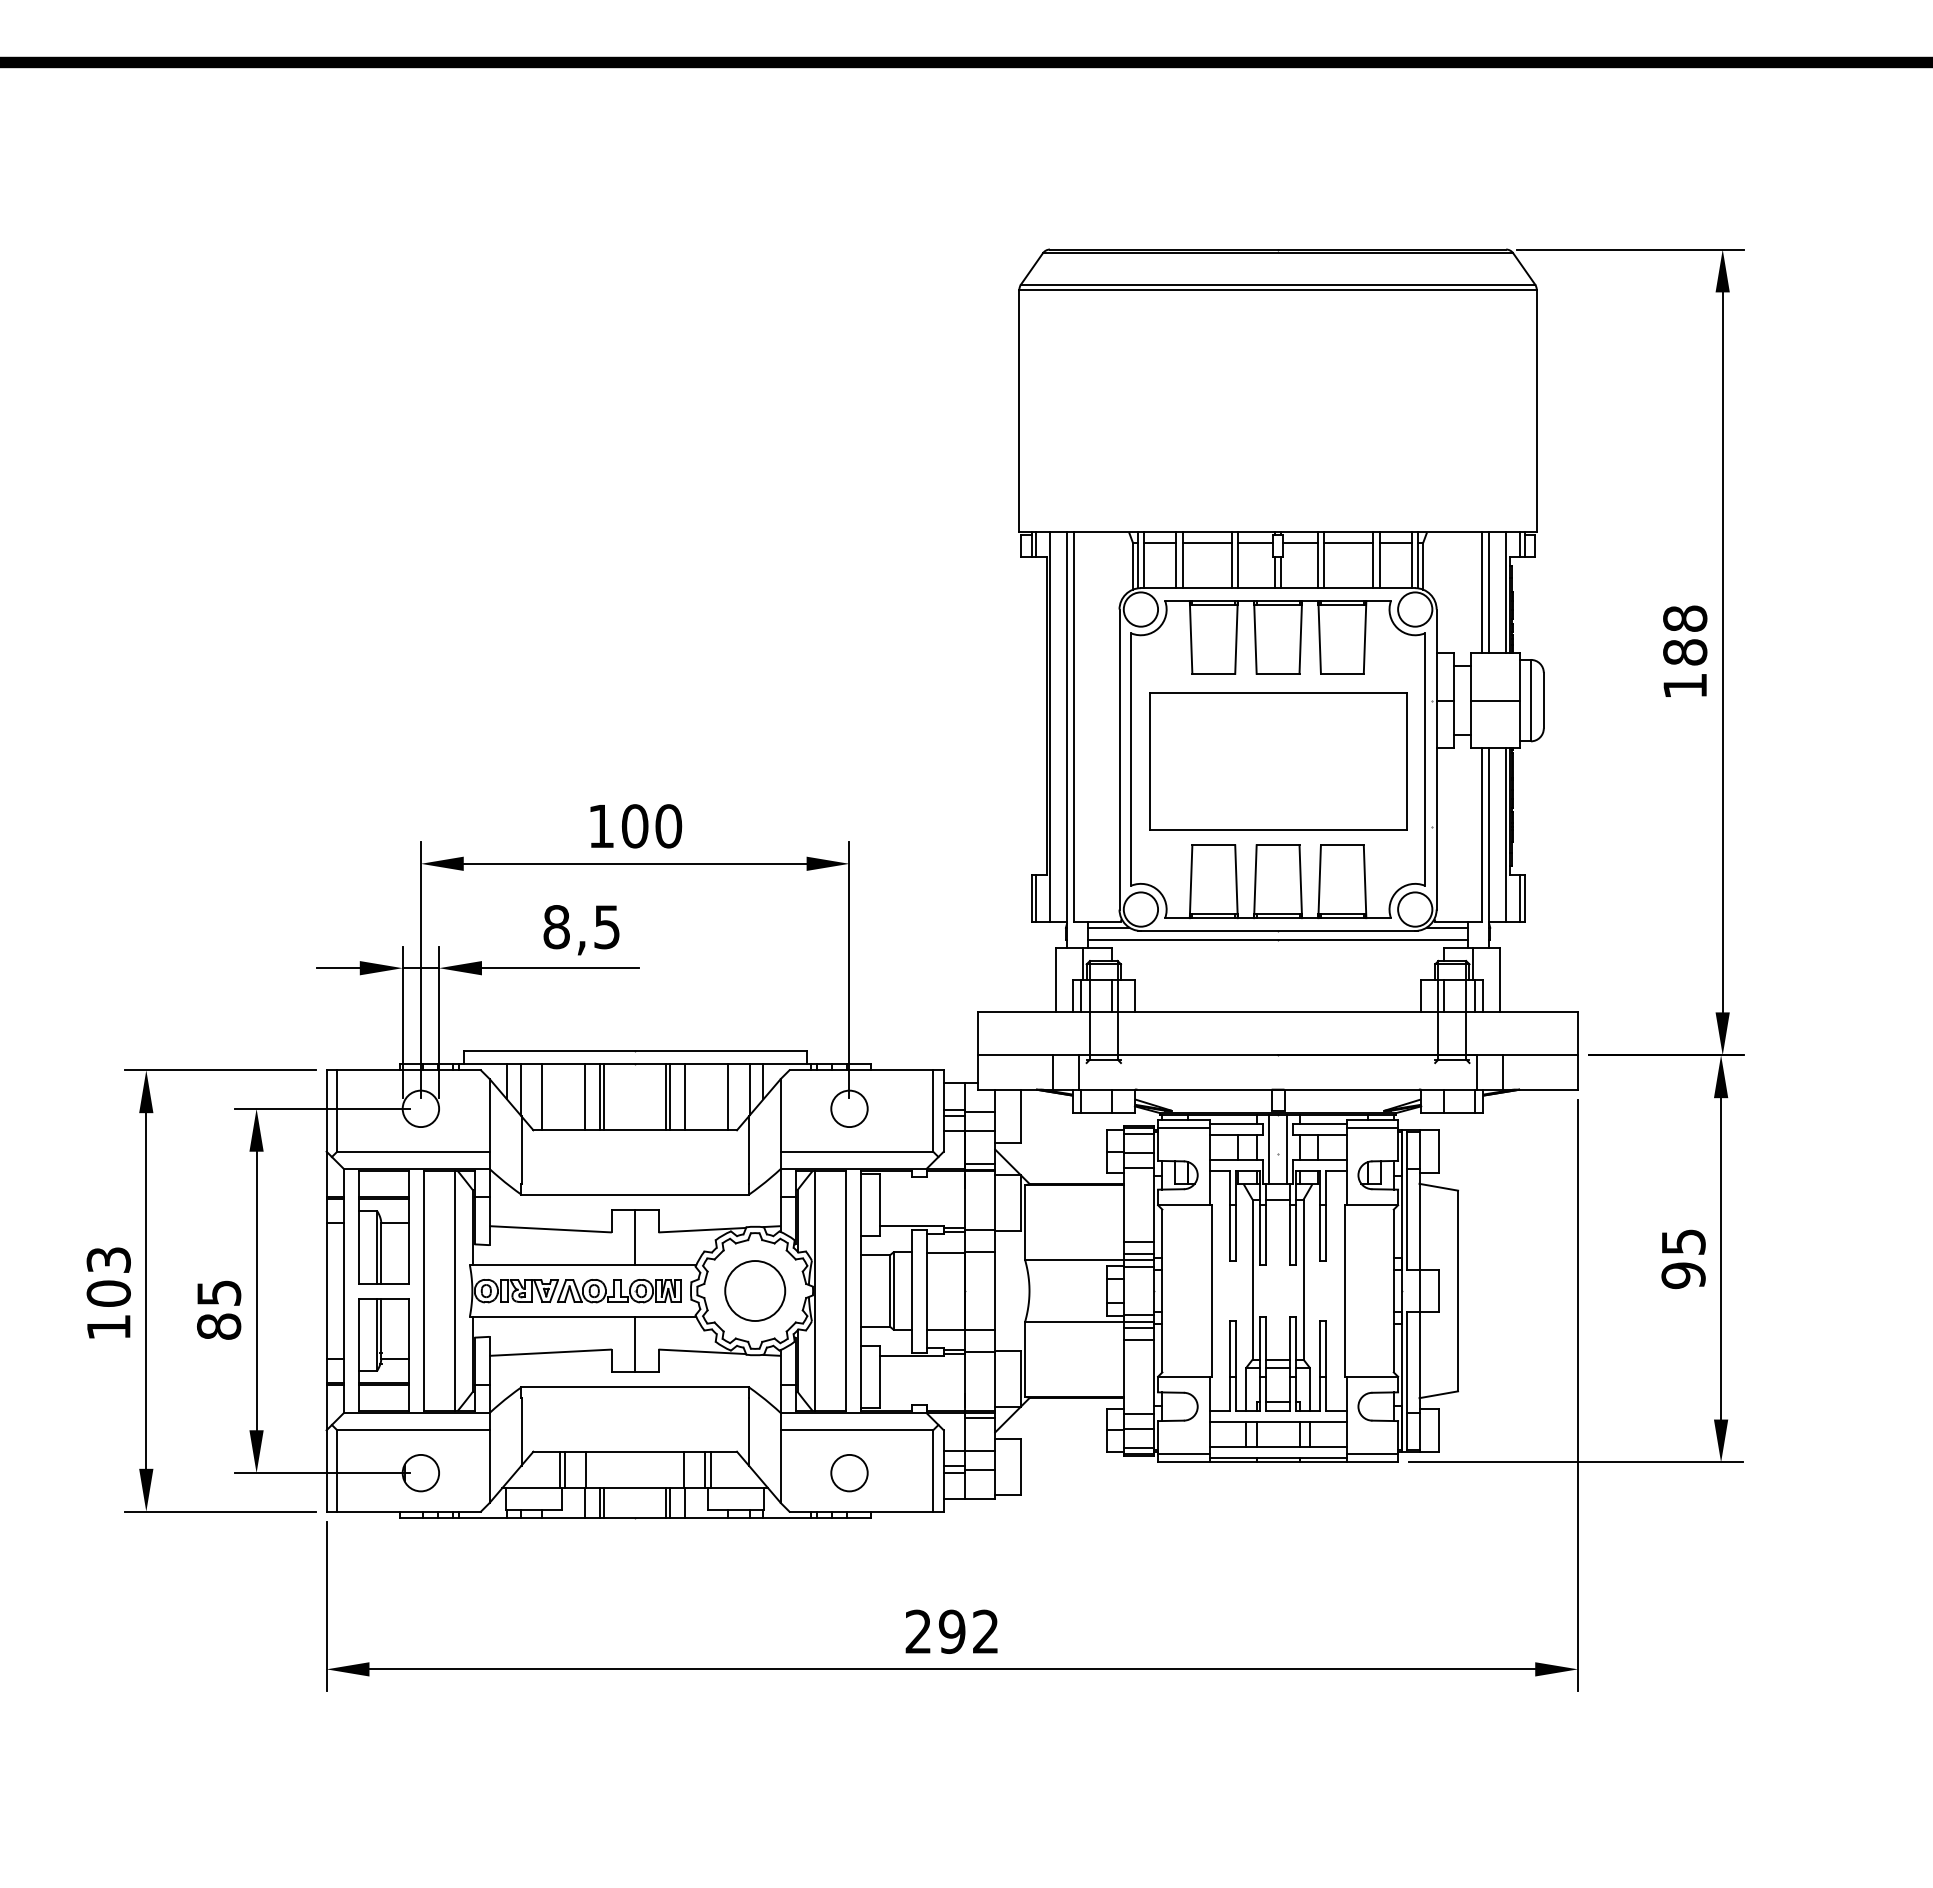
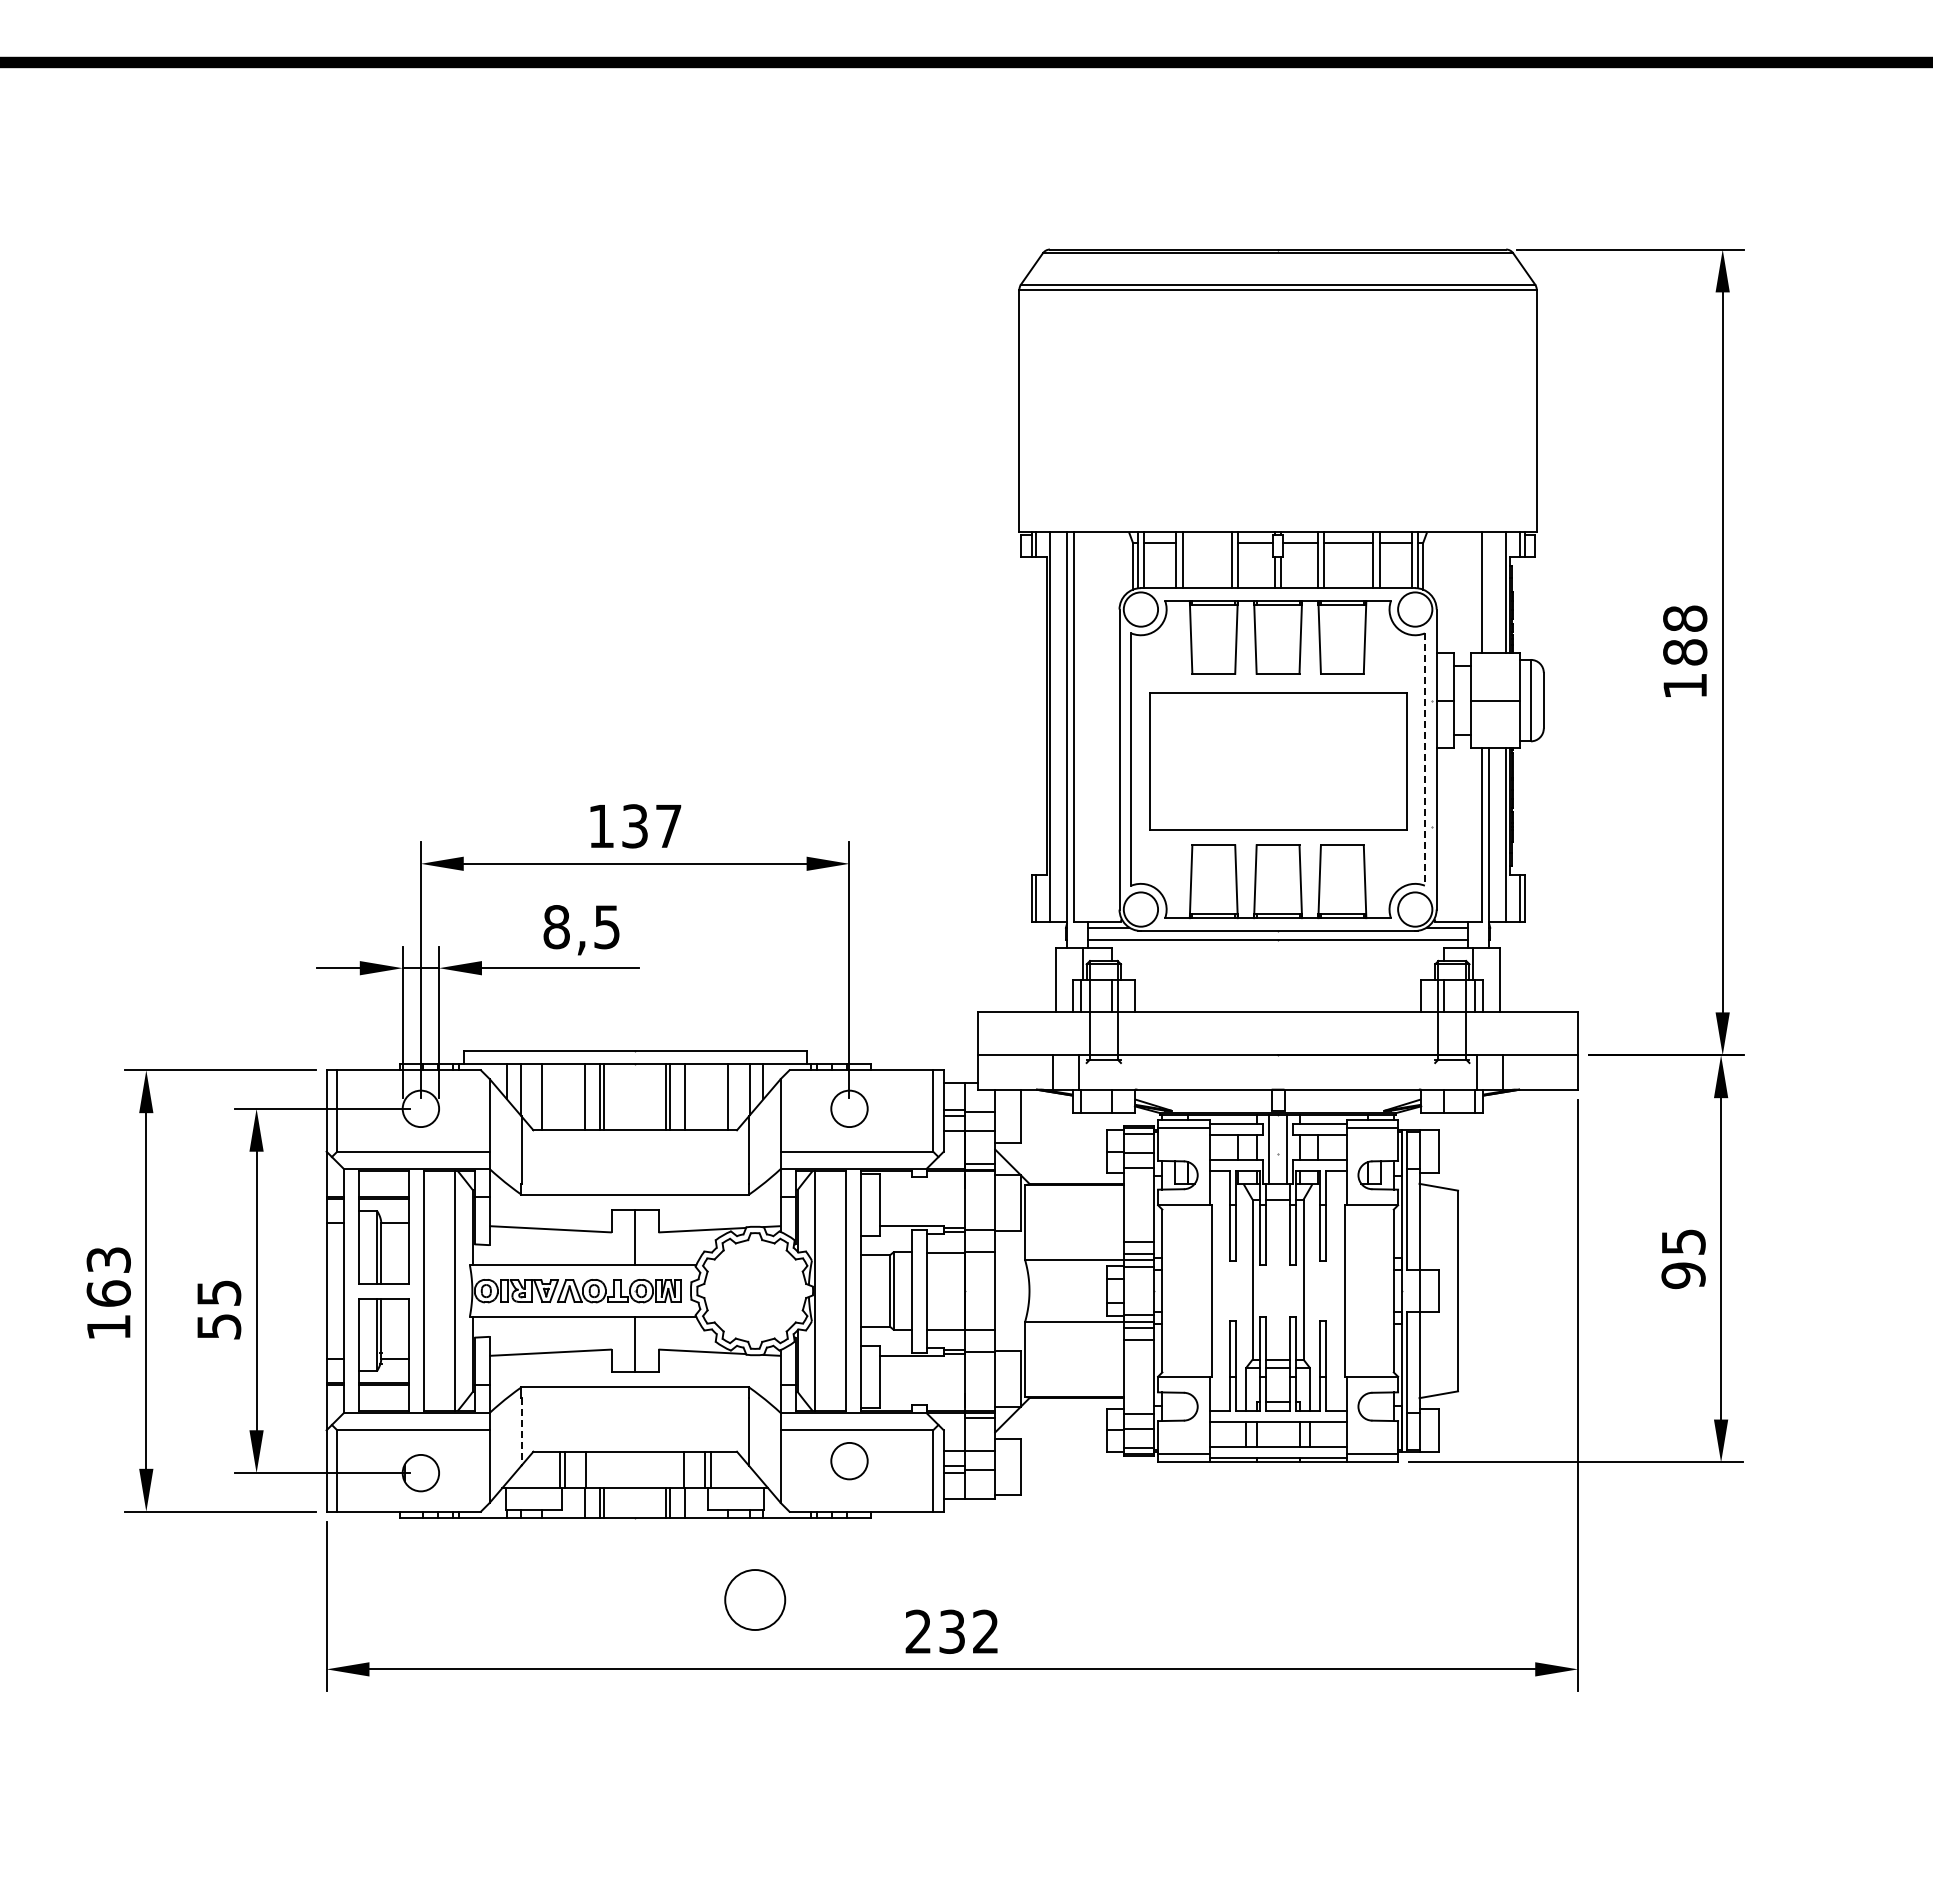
line at (1207, 543): present -> none
line at (1489, 592): present -> none
line at (1424, 760): solid -> dashed
text at (651, 826): 100 -> 137
circle at (755, 1290) position: (755, 1290) -> (755, 1599)
text at (108, 1293): 103 -> 163
text at (219, 1326): 85 -> 55
line at (521, 1431): solid -> dashed
circle at (849, 1473) position: (849, 1473) -> (849, 1461)
text at (951, 1631): 292 -> 232
